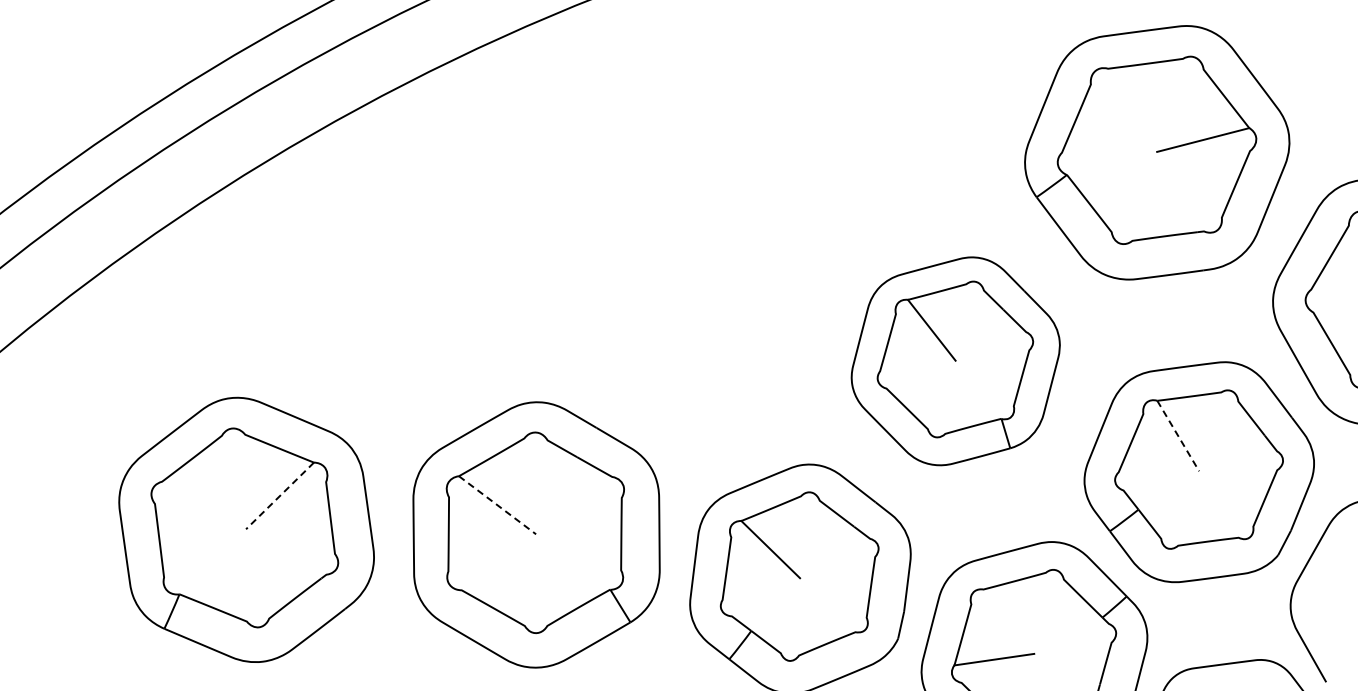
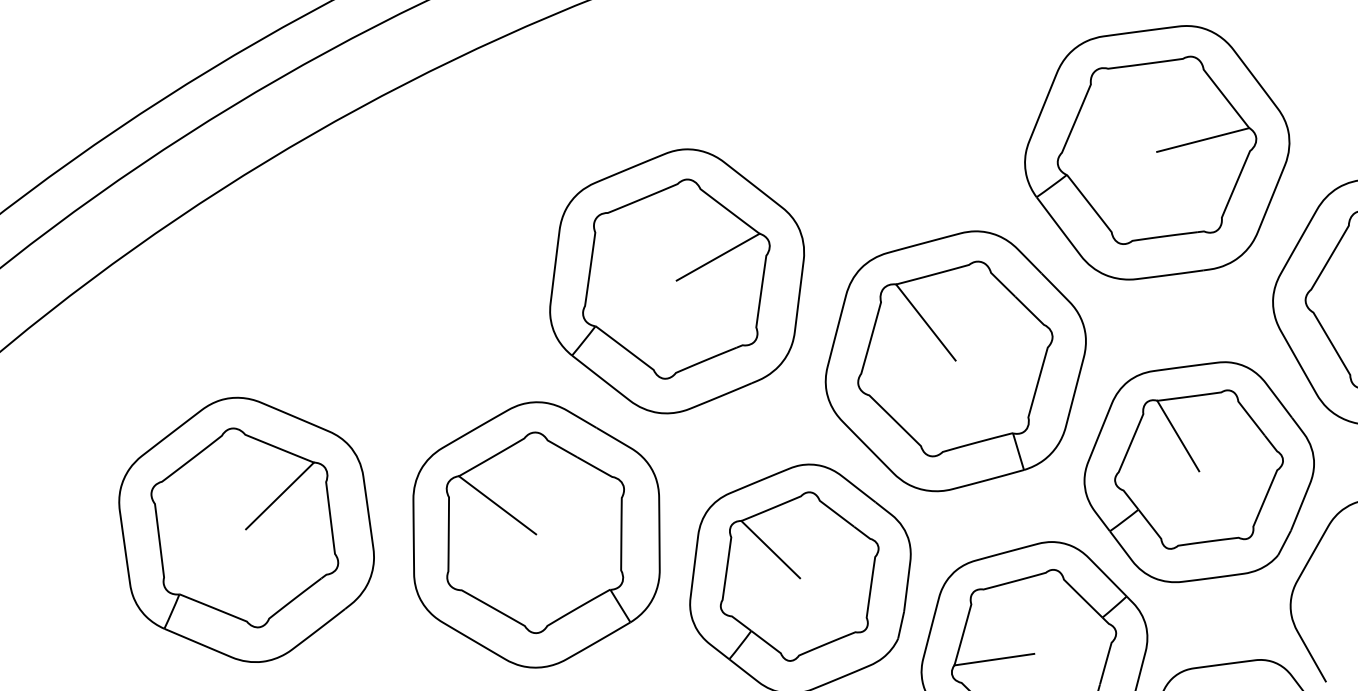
part at (676, 281): none -> present
part at (955, 361) size: 211x211 px -> 263x263 px
line at (1178, 436): dashed -> solid
line at (280, 495): dashed -> solid
line at (497, 505): dashed -> solid
